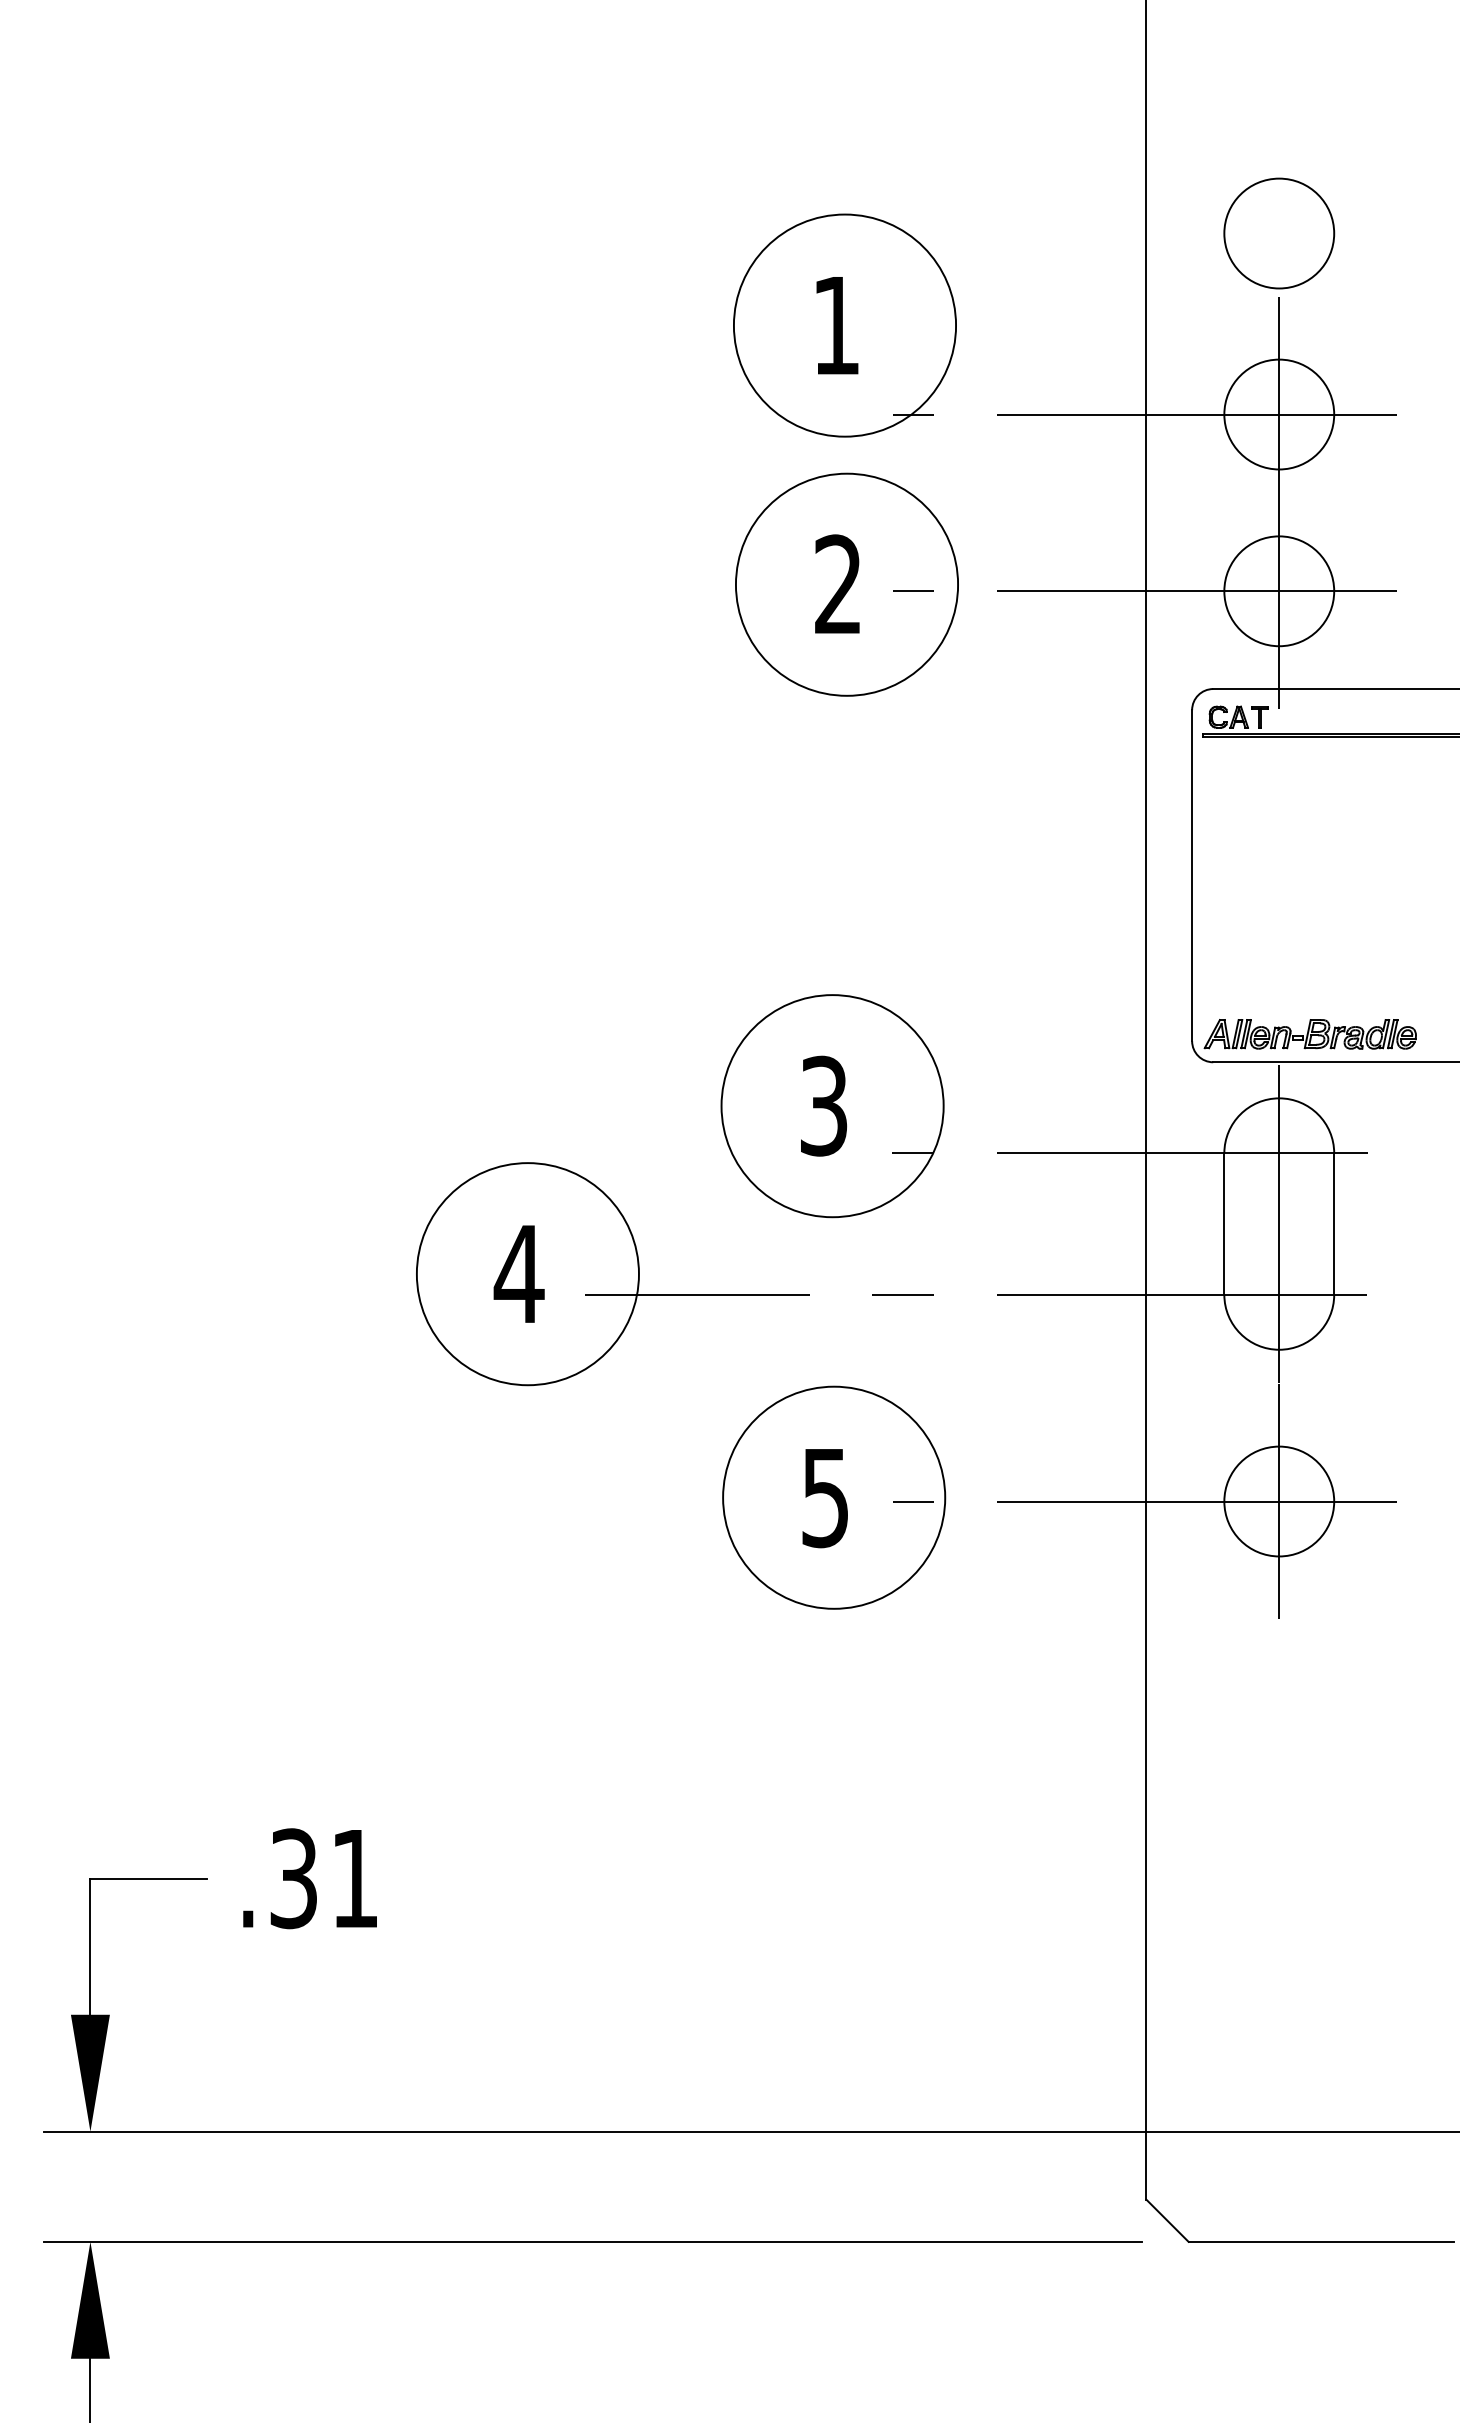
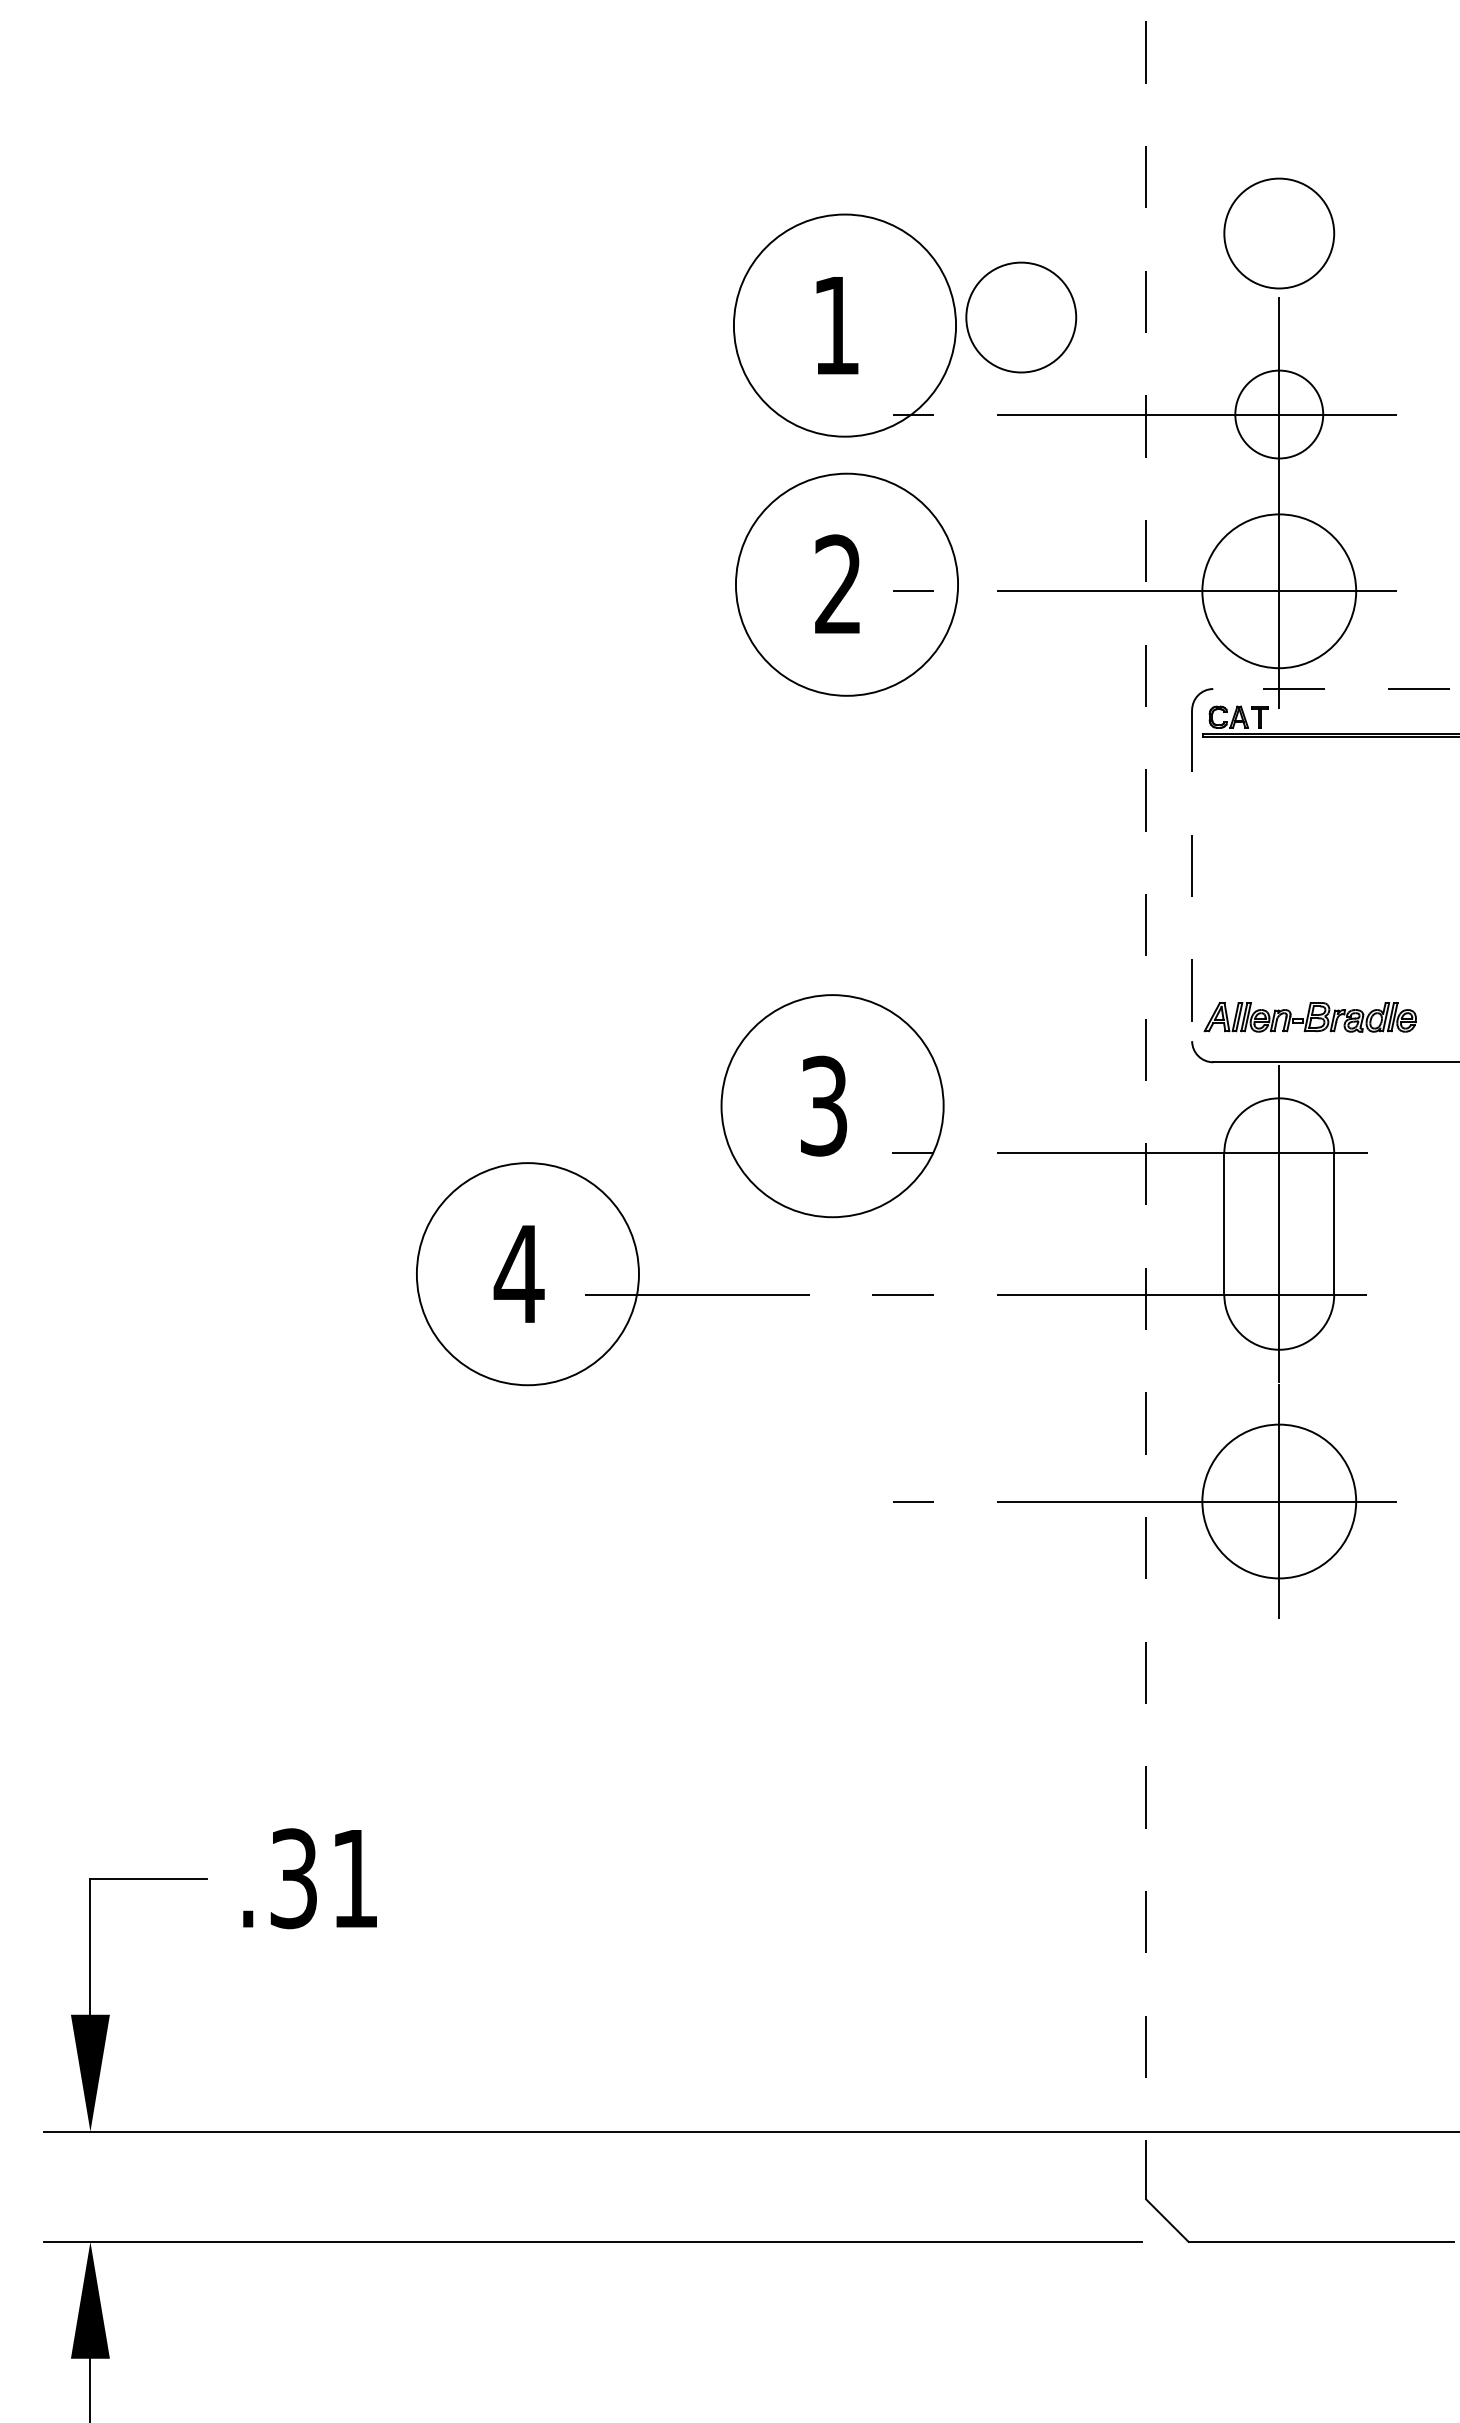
circle at (1021, 317): none -> present
circle at (1279, 414) diameter: 110 px -> 88 px
circle at (1279, 591) diameter: 110 px -> 154 px
line at (1336, 689): solid -> dashed
line at (1192, 876): solid -> dashed
part at (1309, 1034) position: (1309, 1034) -> (1309, 1017)
line at (1146, 1100): solid -> dashed
part at (834, 1497): present -> none
circle at (1279, 1501) diameter: 110 px -> 154 px
